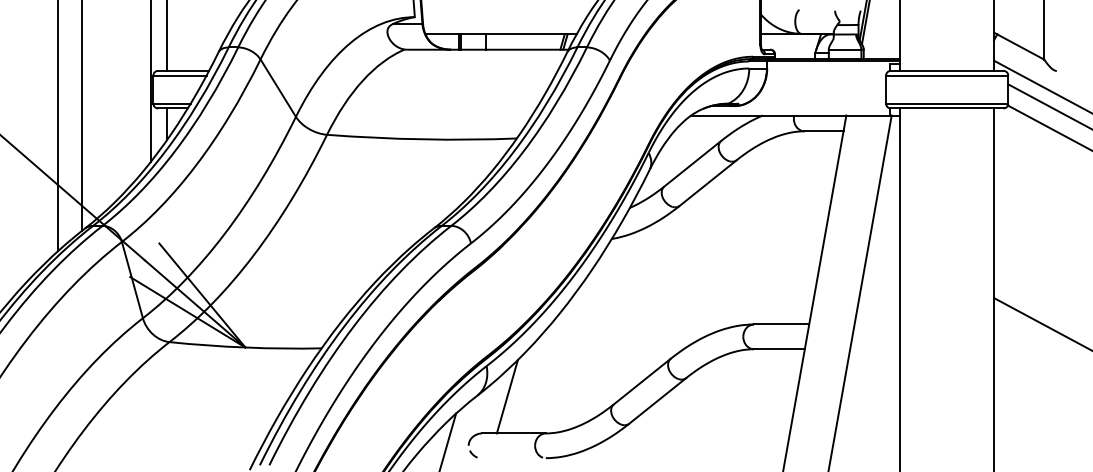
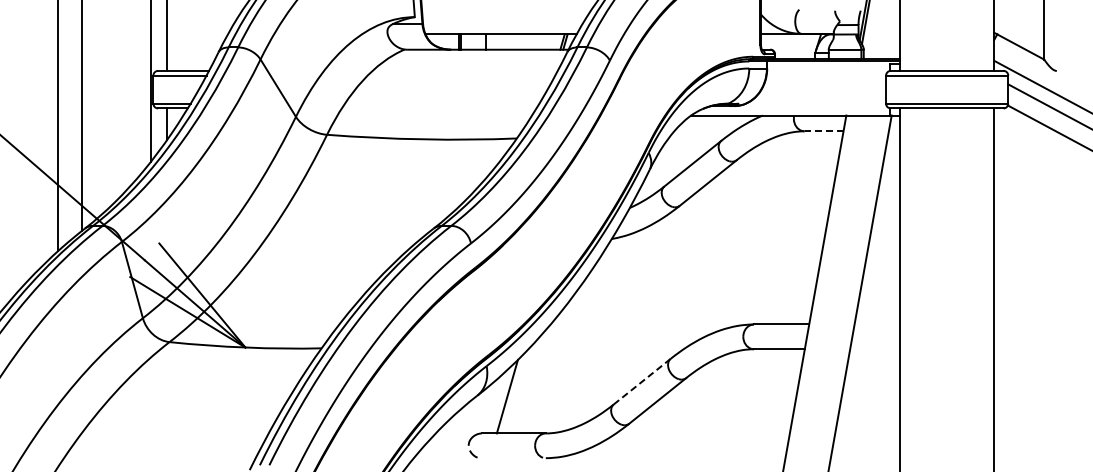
line at (823, 131): solid -> dashed
line at (1041, 323): present -> none
line at (641, 382): solid -> dashed
line at (448, 440): present -> none
